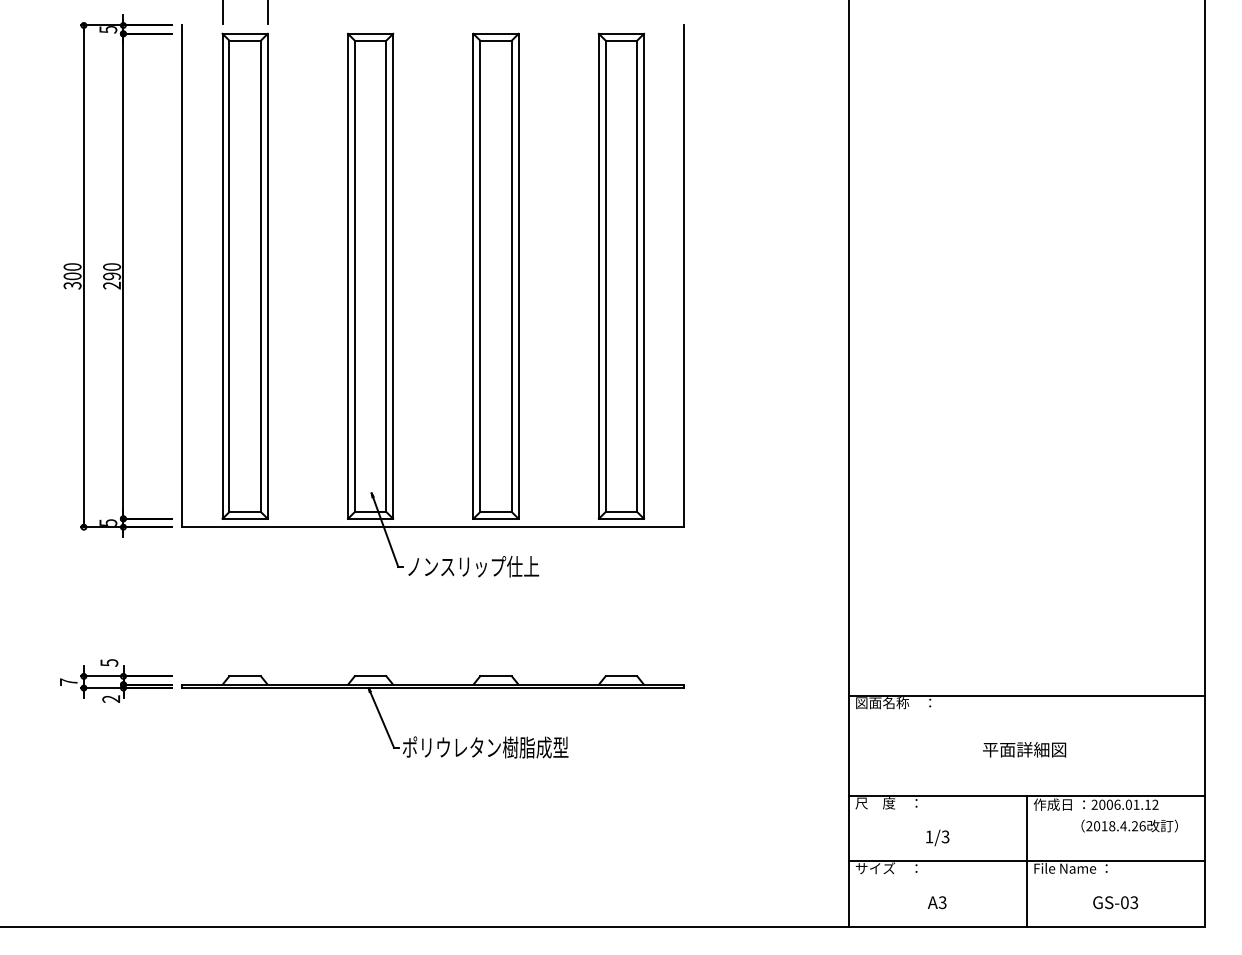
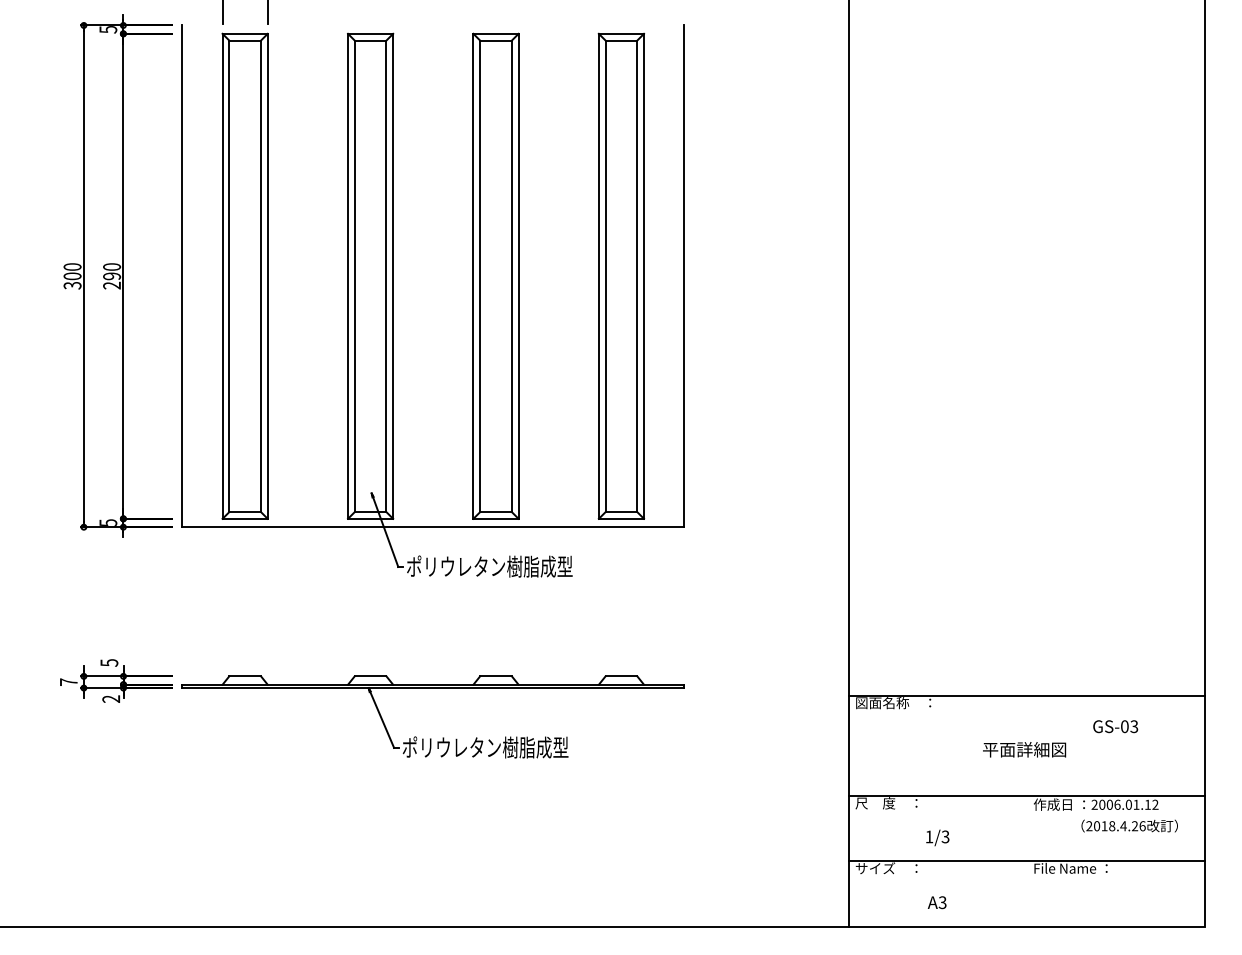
text at (489, 566): ノンスリップ仕上 -> ポリウレタン樹脂成型
line at (1026, 861): present -> none
text at (1115, 902) position: (1115, 902) -> (1115, 726)
